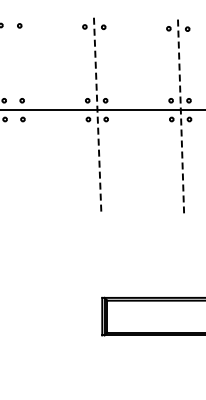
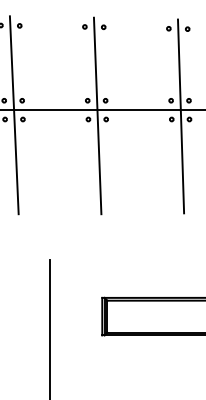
line at (13, 115): none -> present
line at (97, 116): dashed -> solid
line at (181, 116): dashed -> solid
line at (49, 328): none -> present
